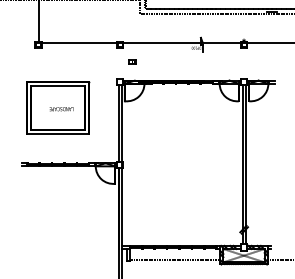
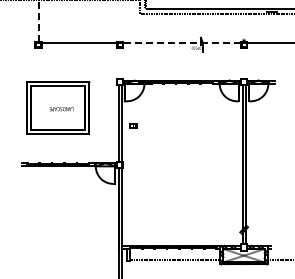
line at (38, 21): solid -> dashed
line at (182, 42): solid -> dashed
part at (132, 61) position: (132, 61) -> (133, 125)
